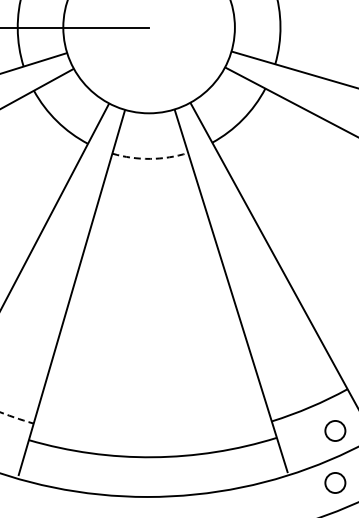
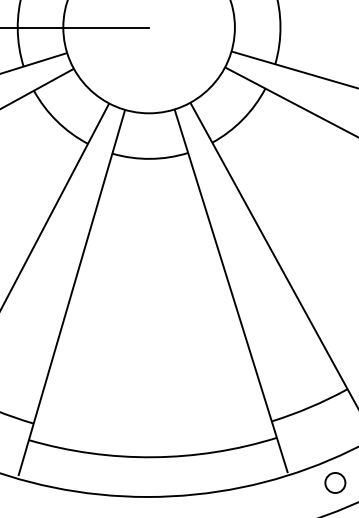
arc at (150, 158): dashed -> solid
arc at (16, 418): dashed -> solid
circle at (335, 430): present -> none
